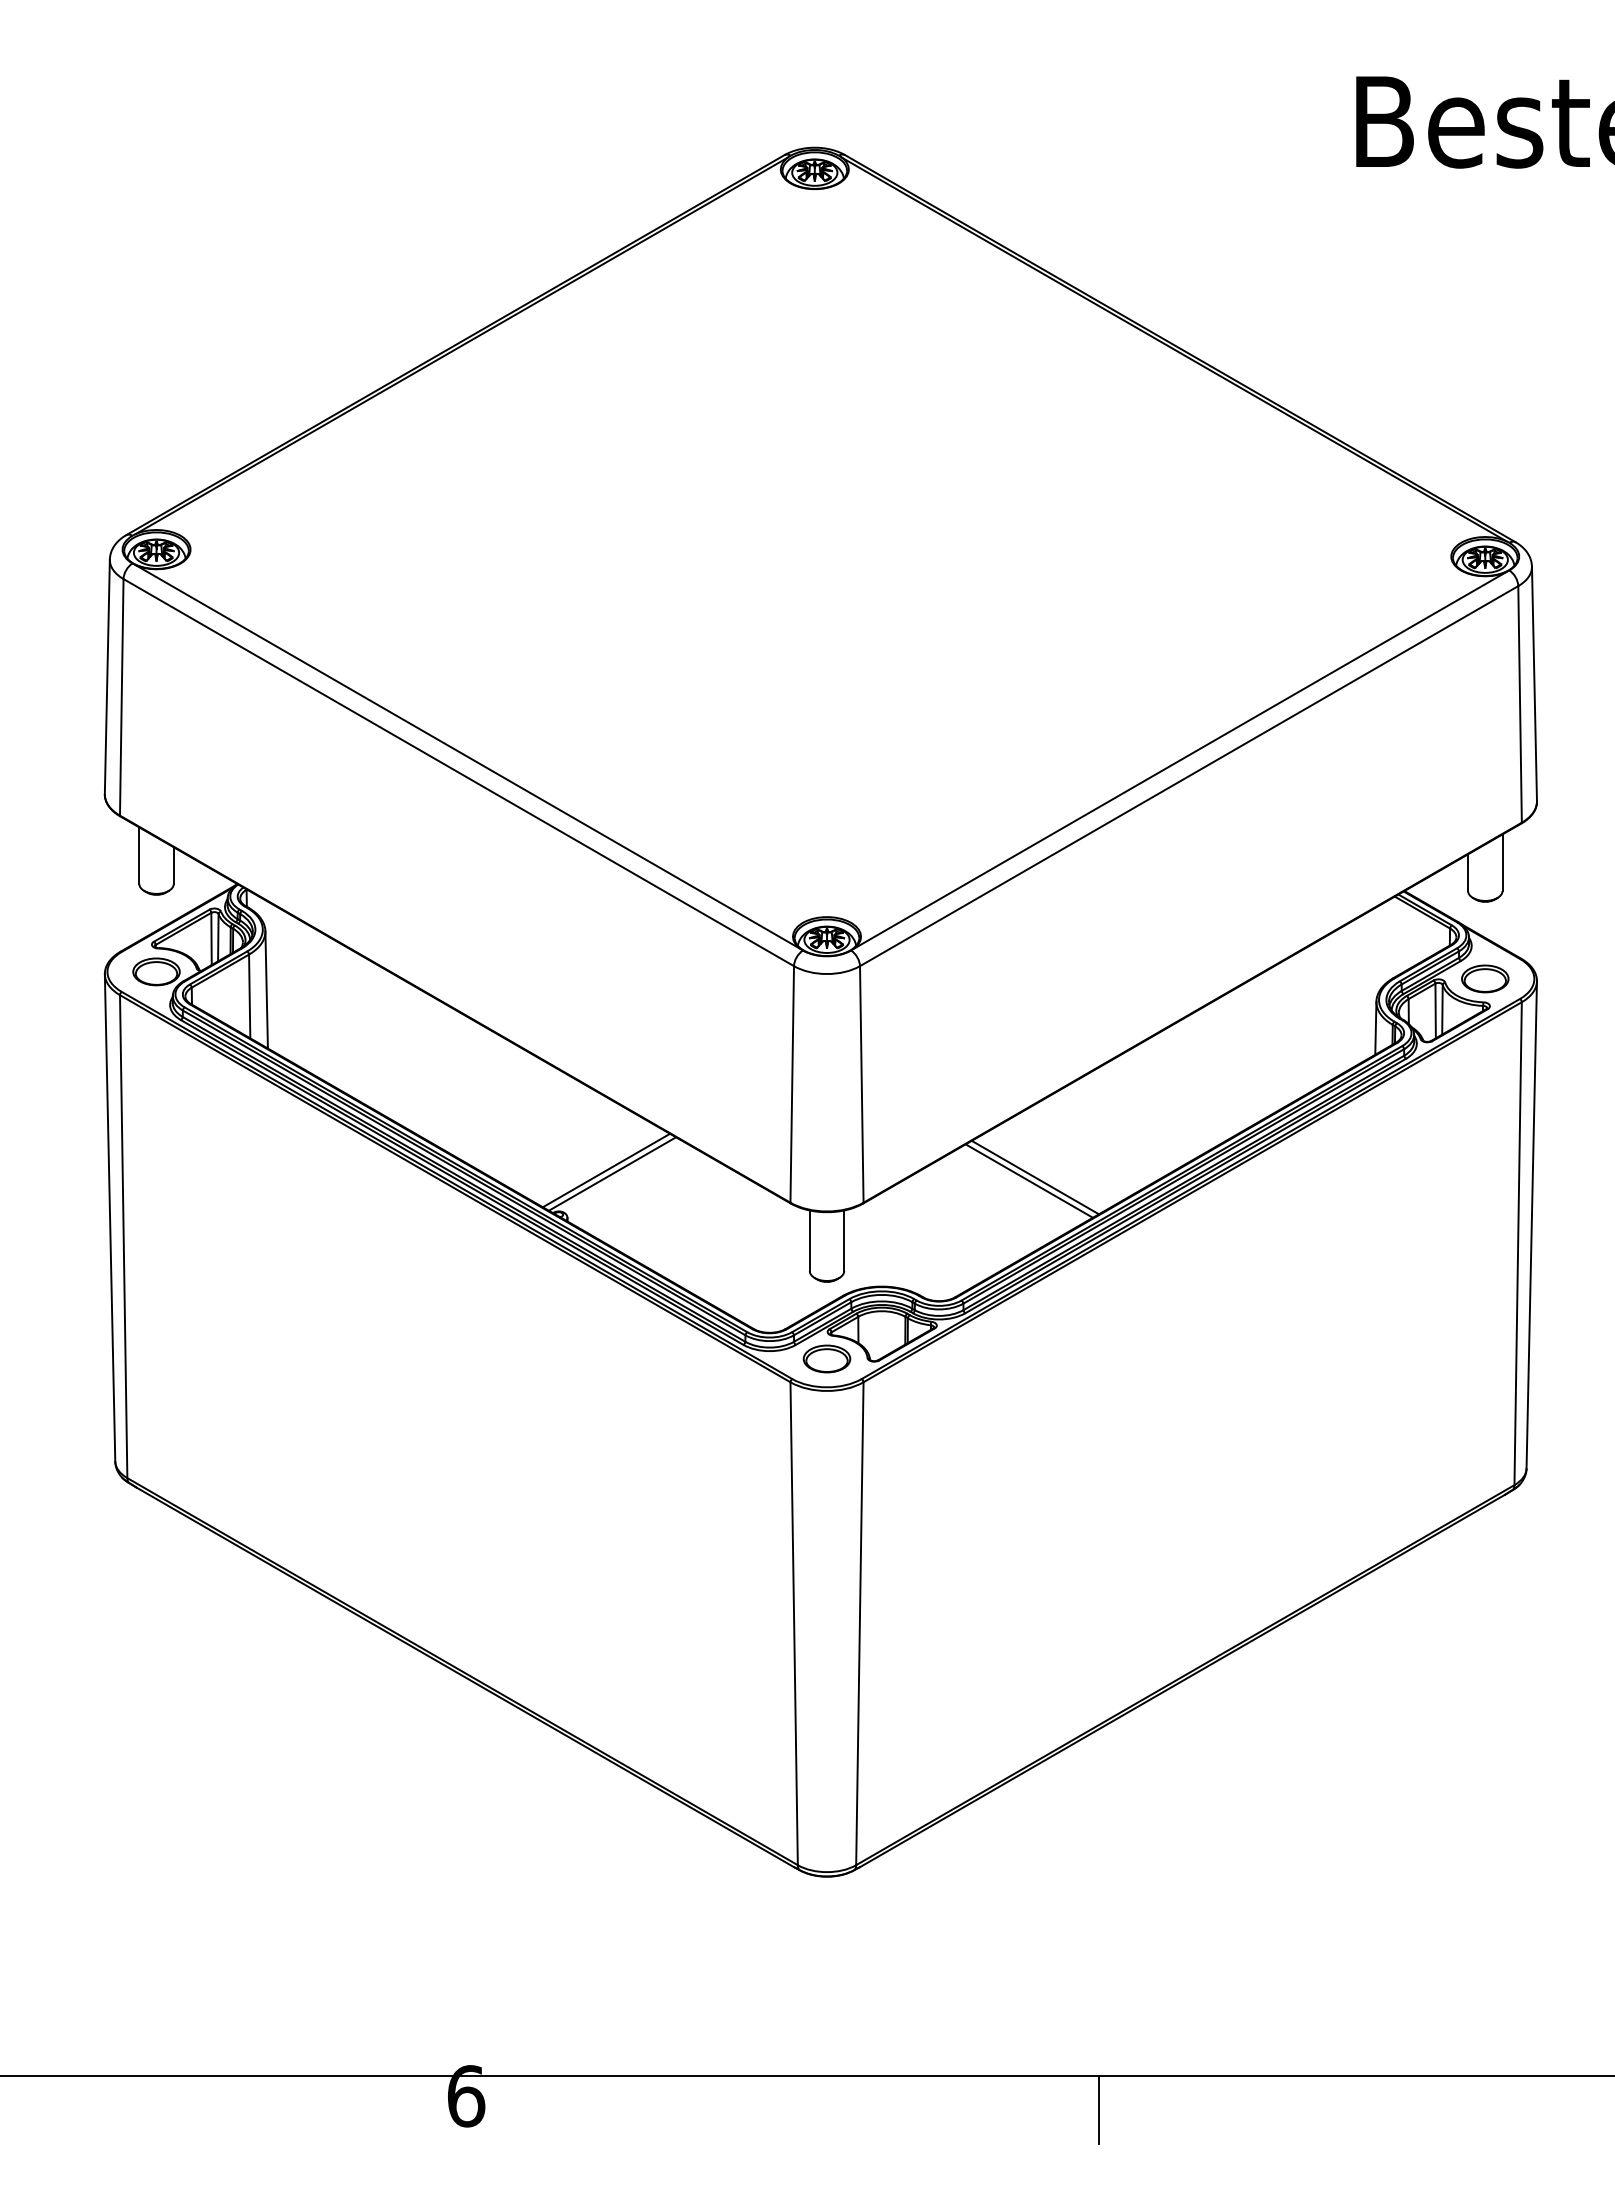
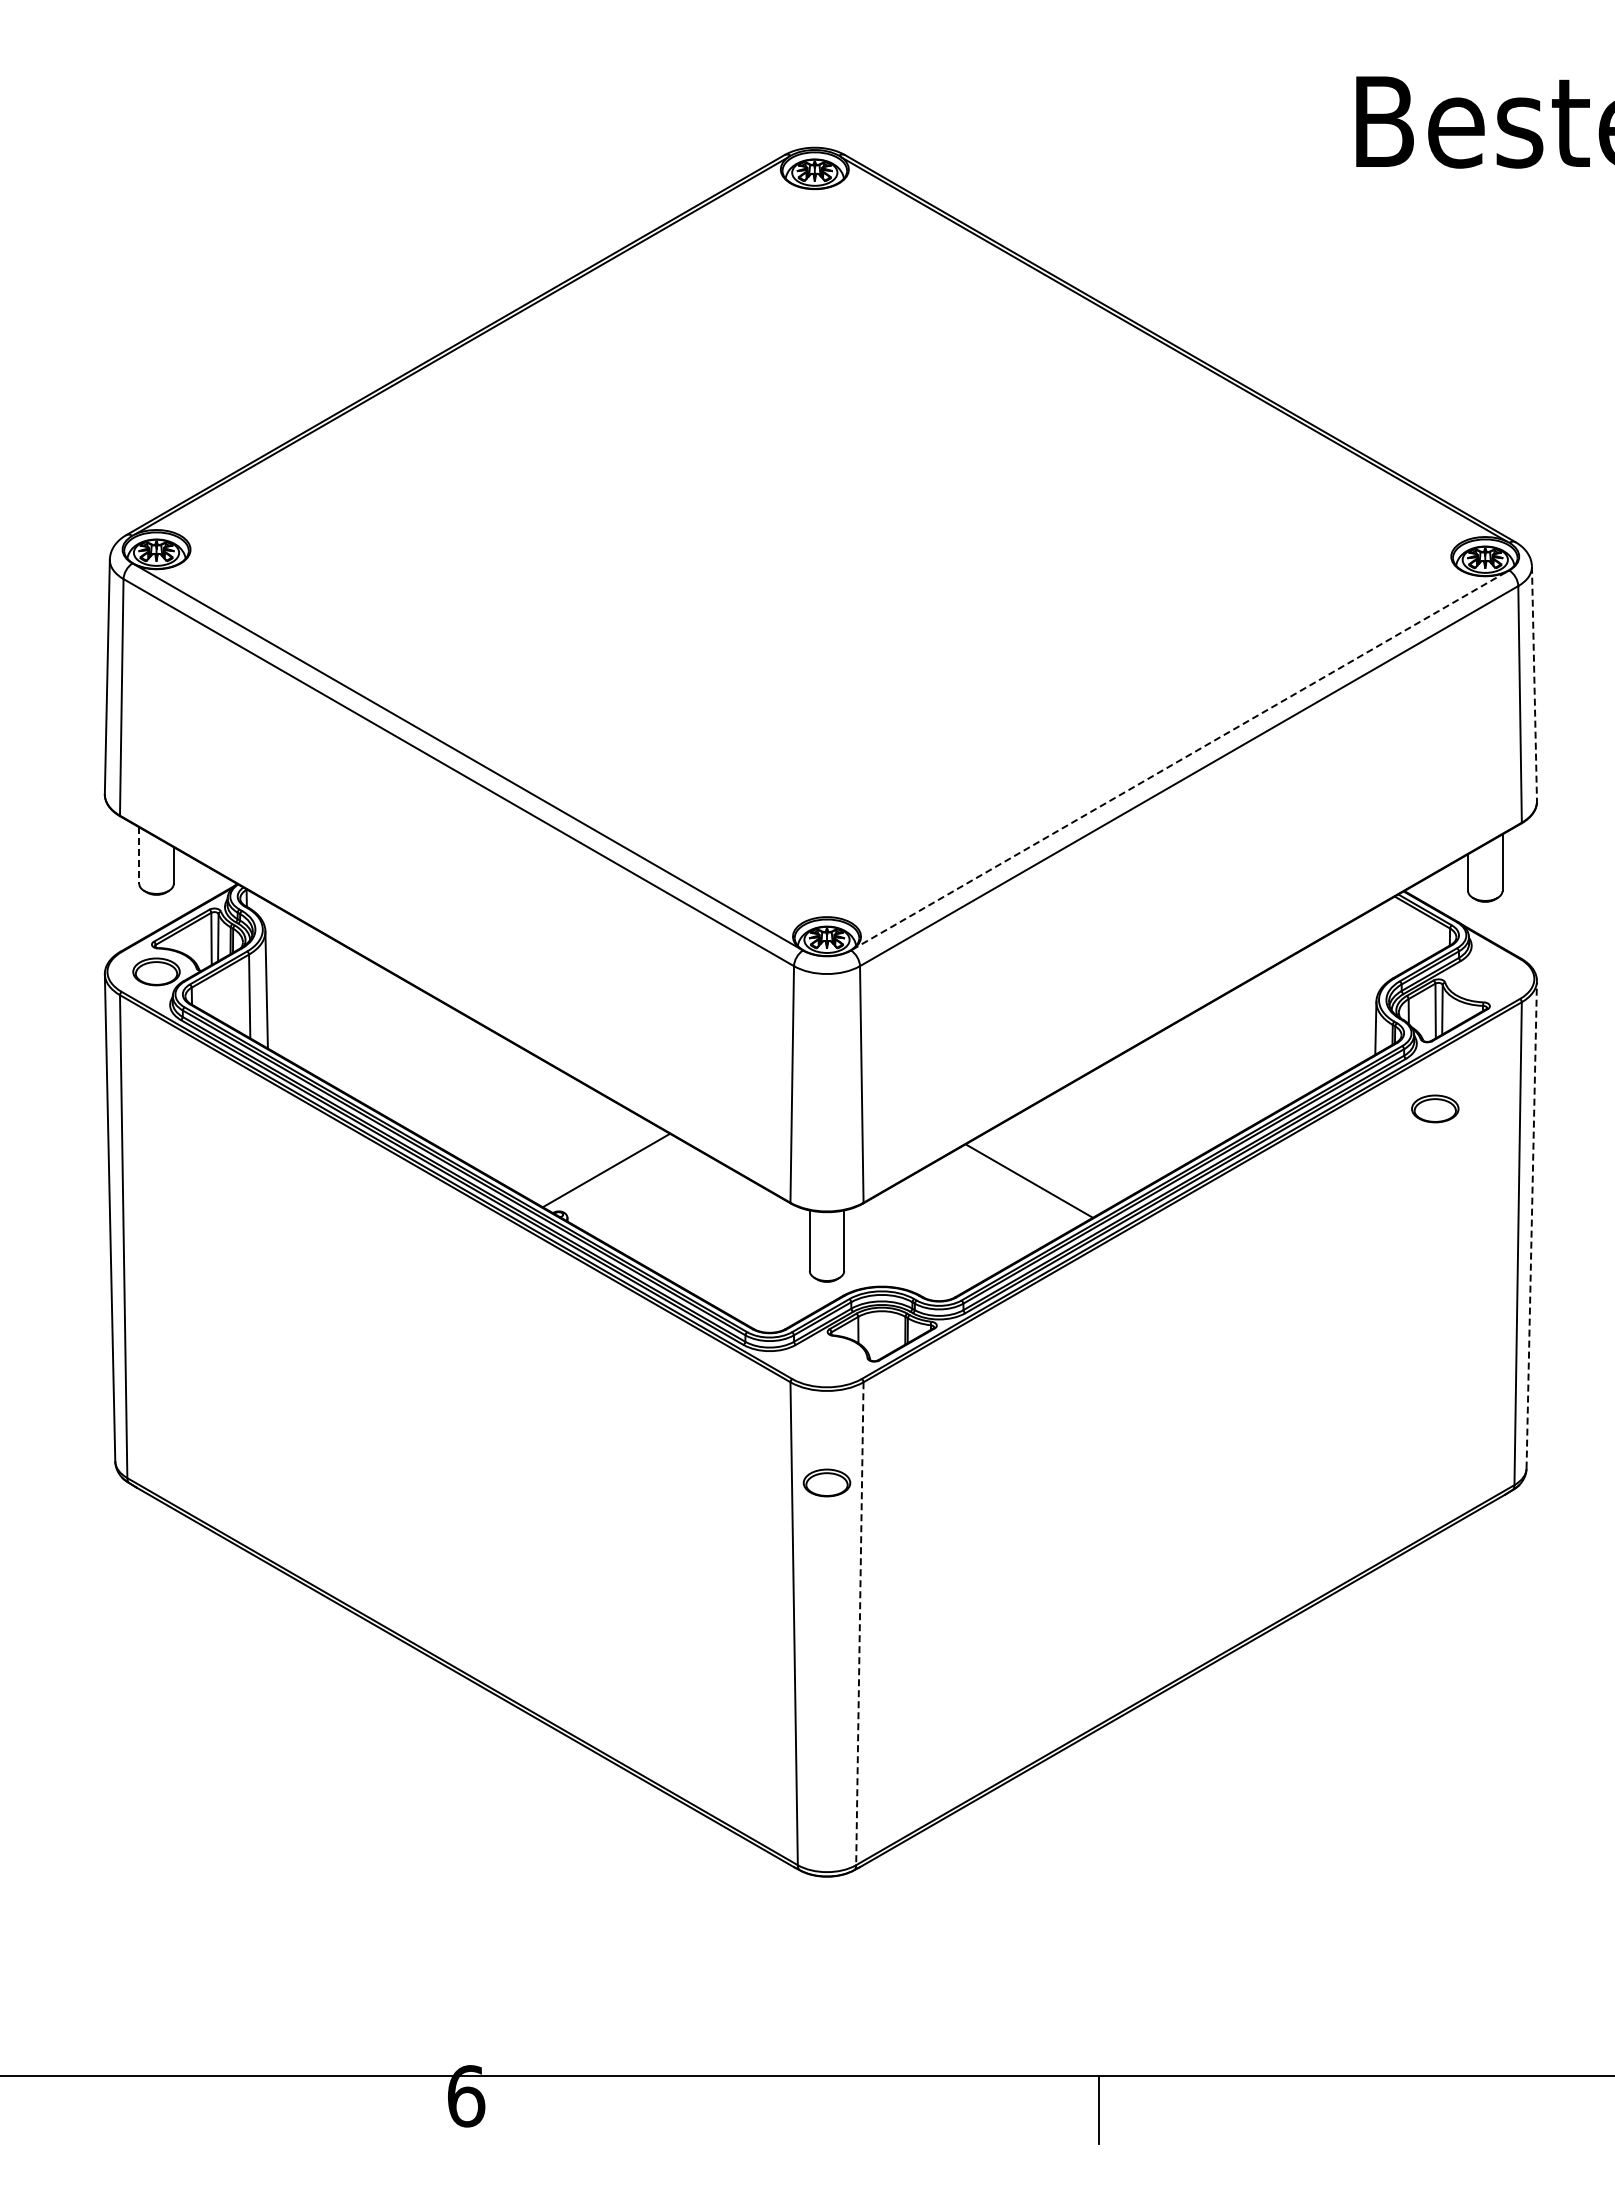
line at (1534, 684): solid -> dashed
line at (1180, 760): solid -> dashed
line at (139, 856): solid -> dashed
part at (1485, 978) position: (1485, 978) -> (1435, 1108)
line at (612, 1173): present -> none
line at (1034, 1177): present -> none
line at (1531, 1225): solid -> dashed
part at (826, 1358) position: (826, 1358) -> (826, 1482)
line at (859, 1624): solid -> dashed
